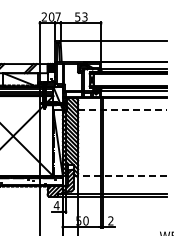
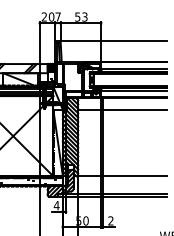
line at (123, 109): dashed -> solid
line at (122, 176): dashed -> solid
